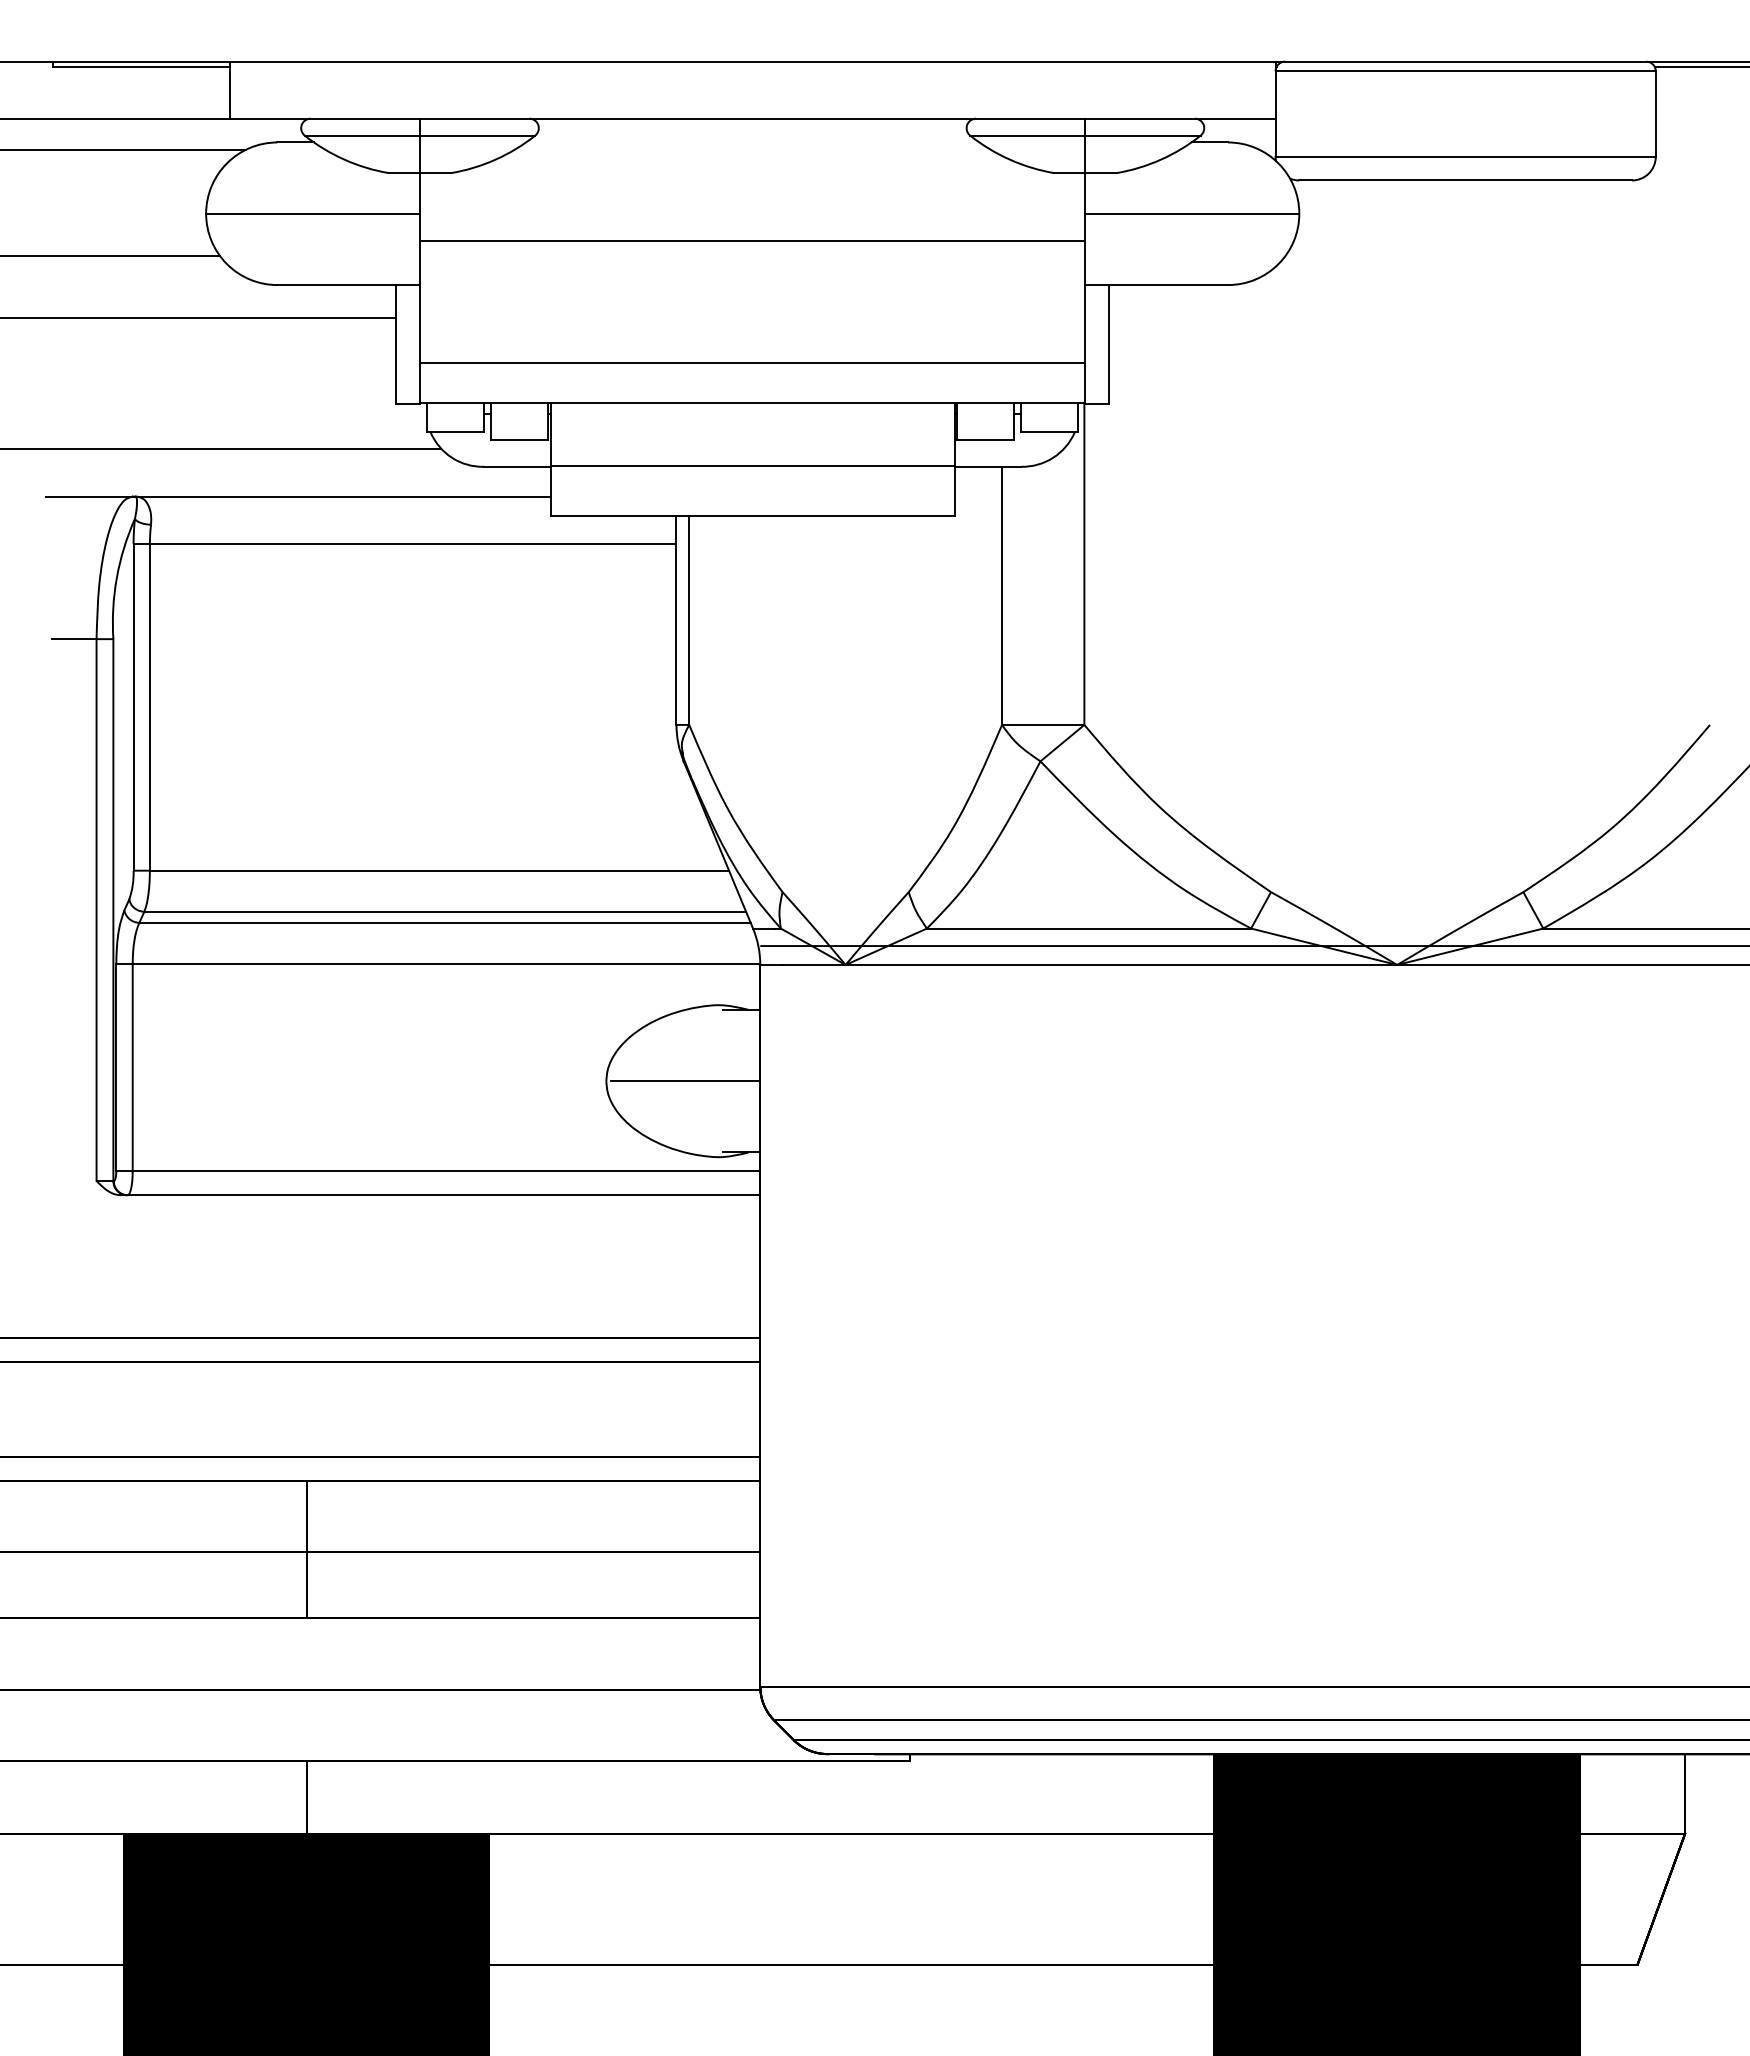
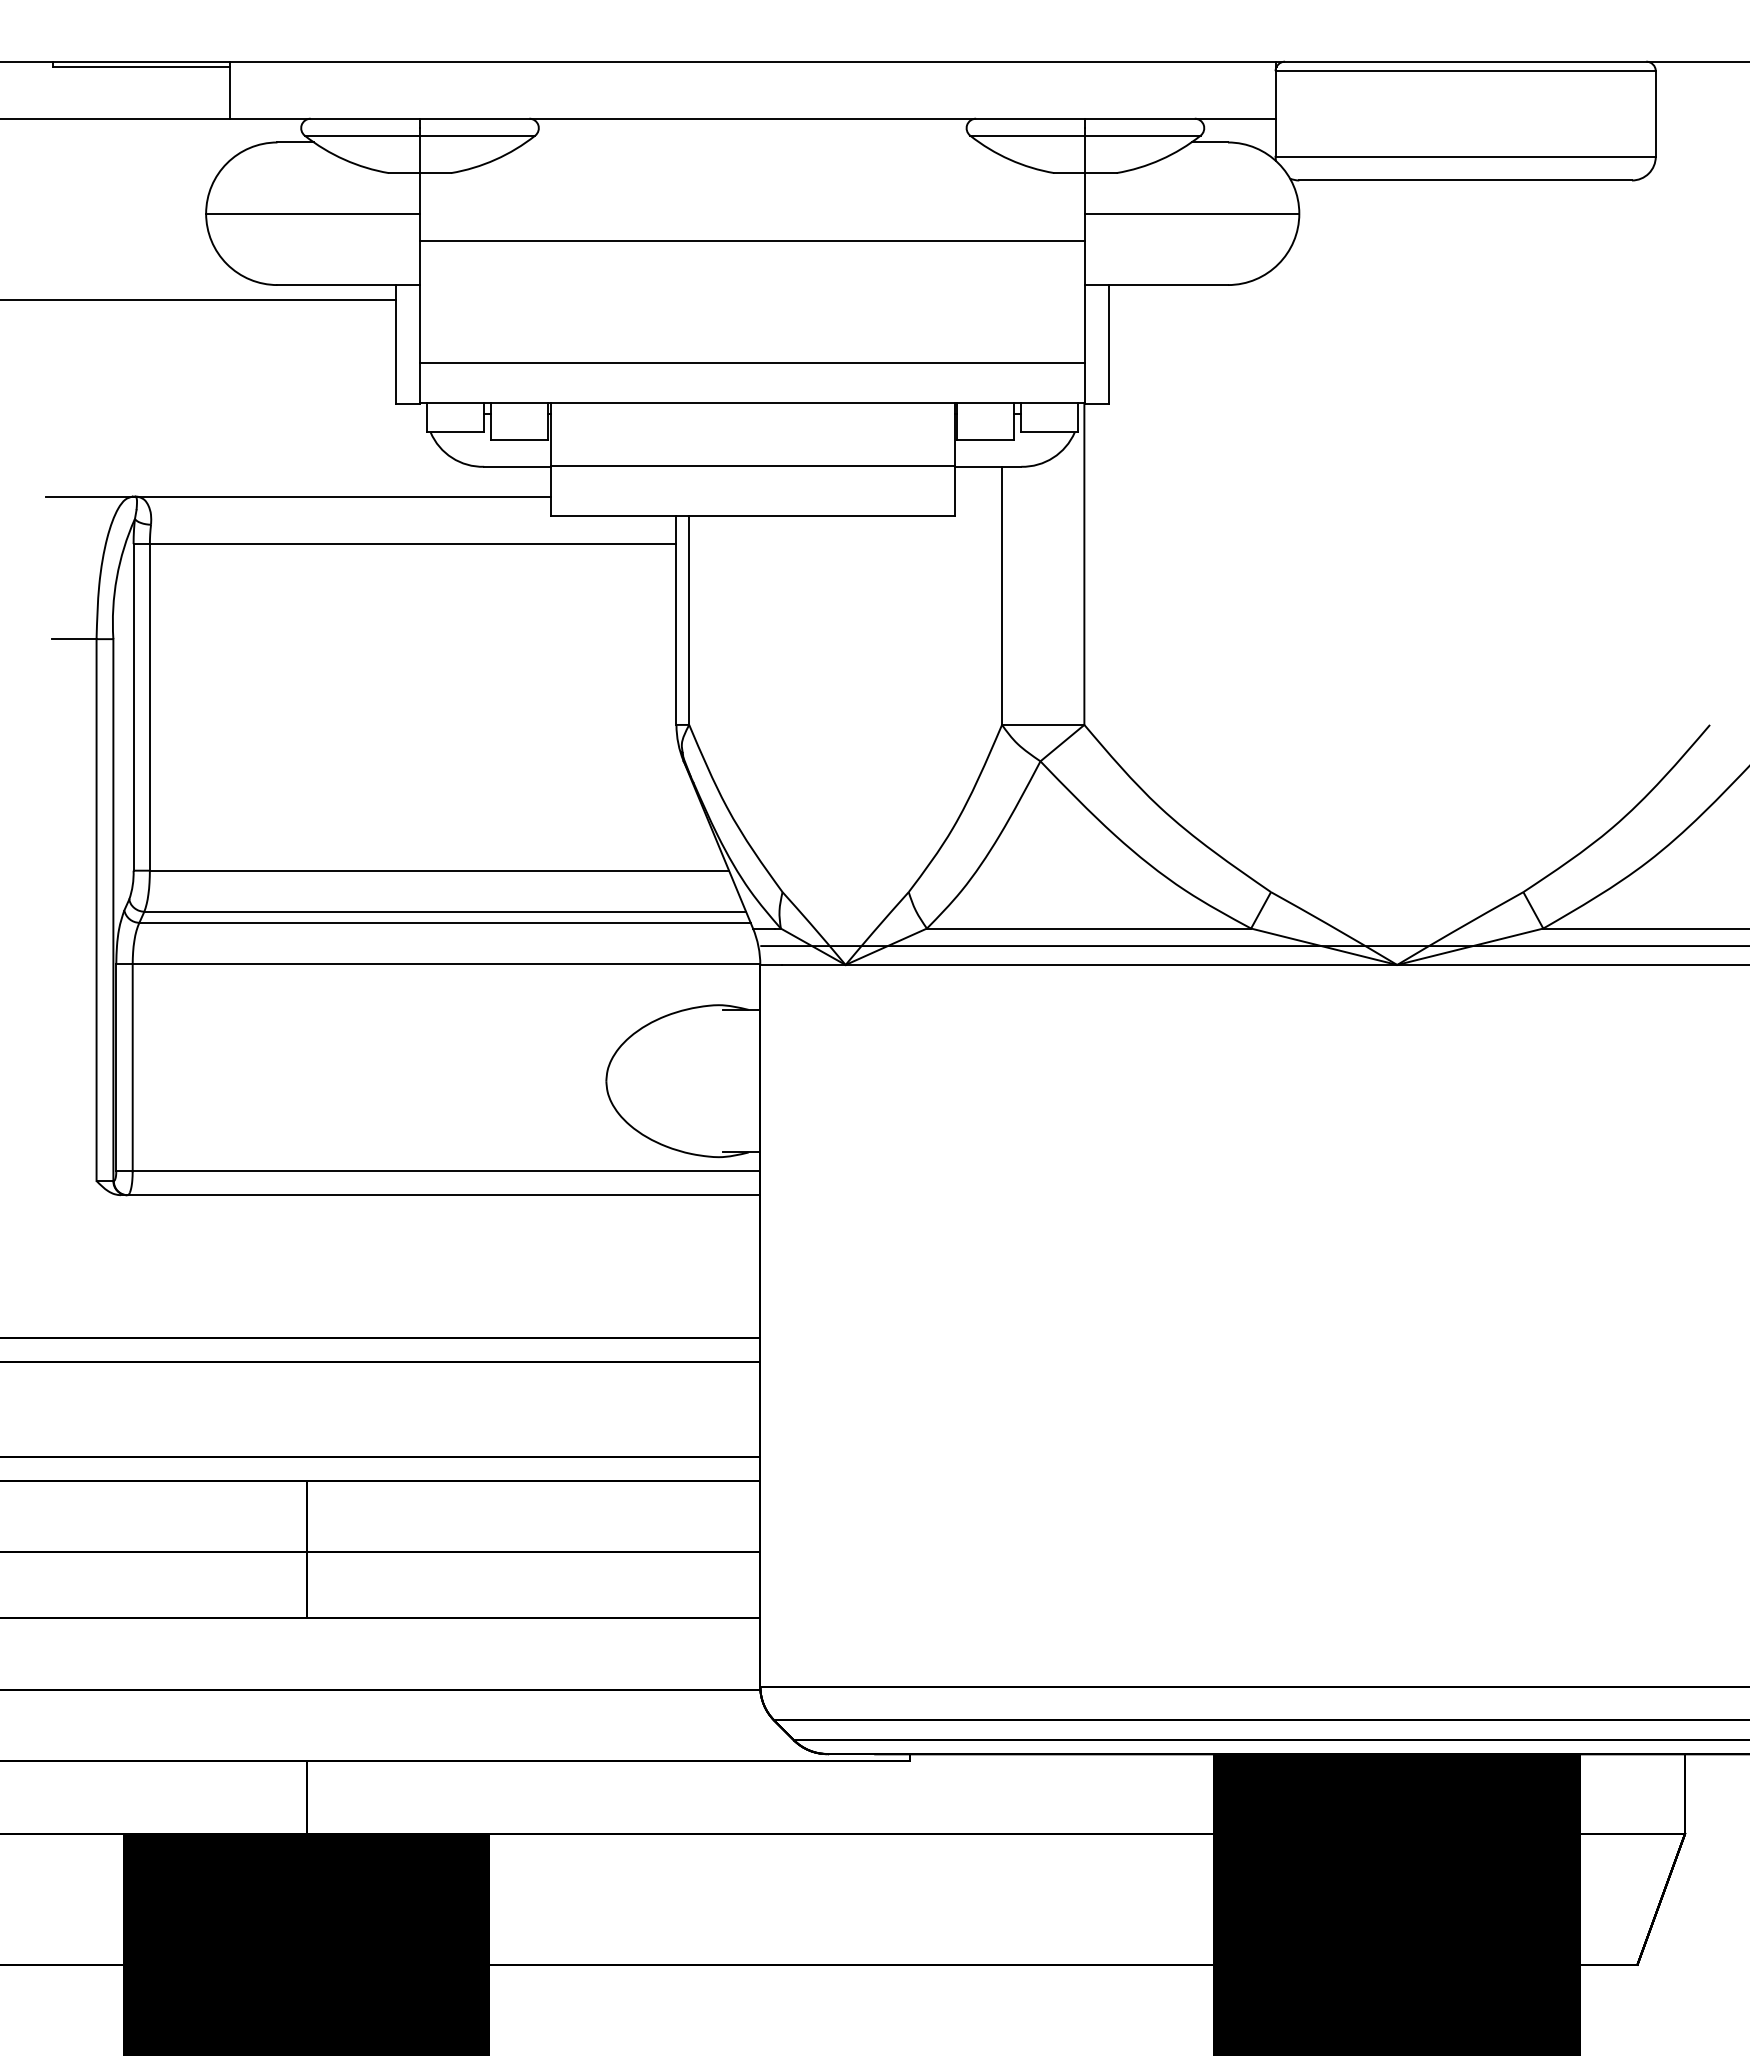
line at (1700, 66): present -> none
line at (123, 149): present -> none
line at (111, 256): present -> none
line at (199, 318) position: (199, 318) -> (199, 300)
line at (221, 449): present -> none
line at (685, 1081): present -> none
